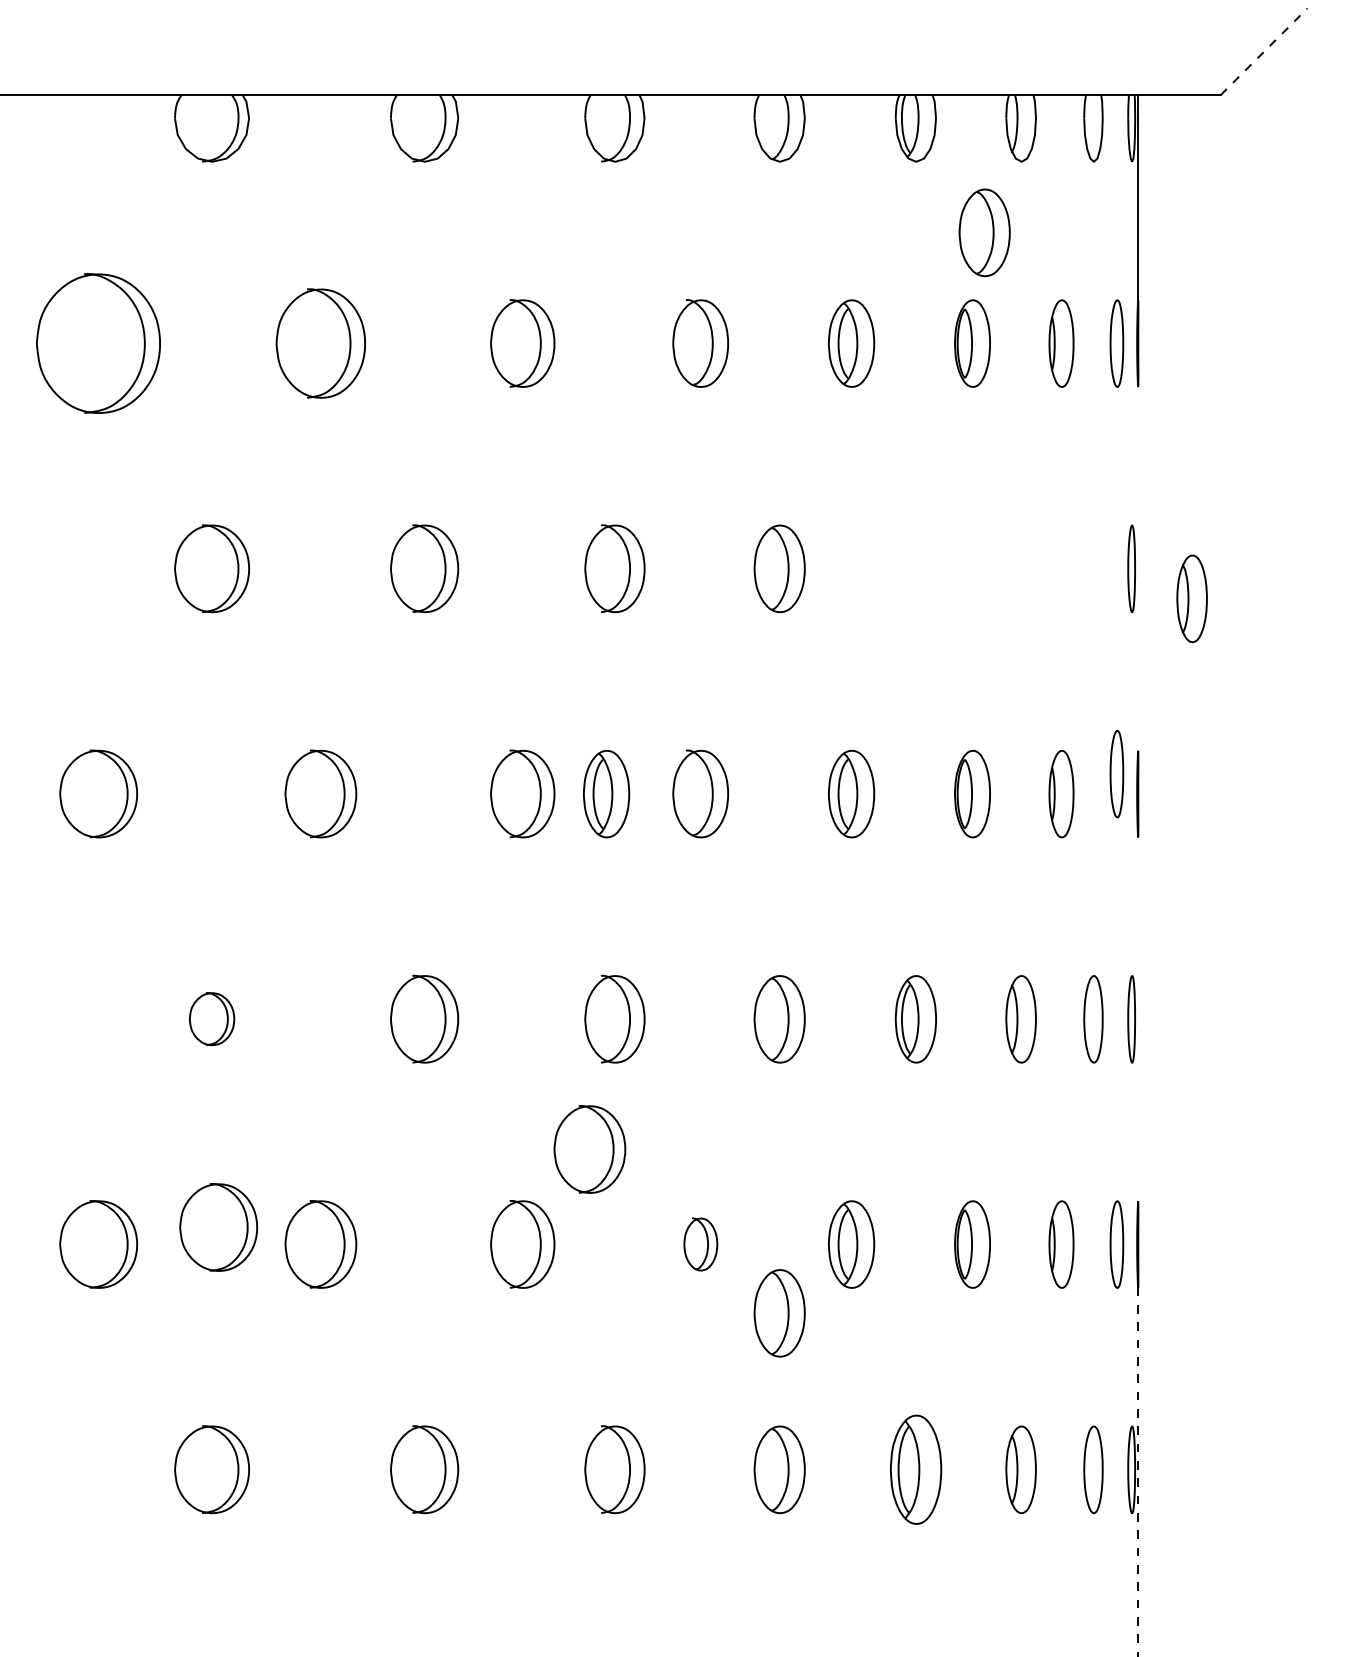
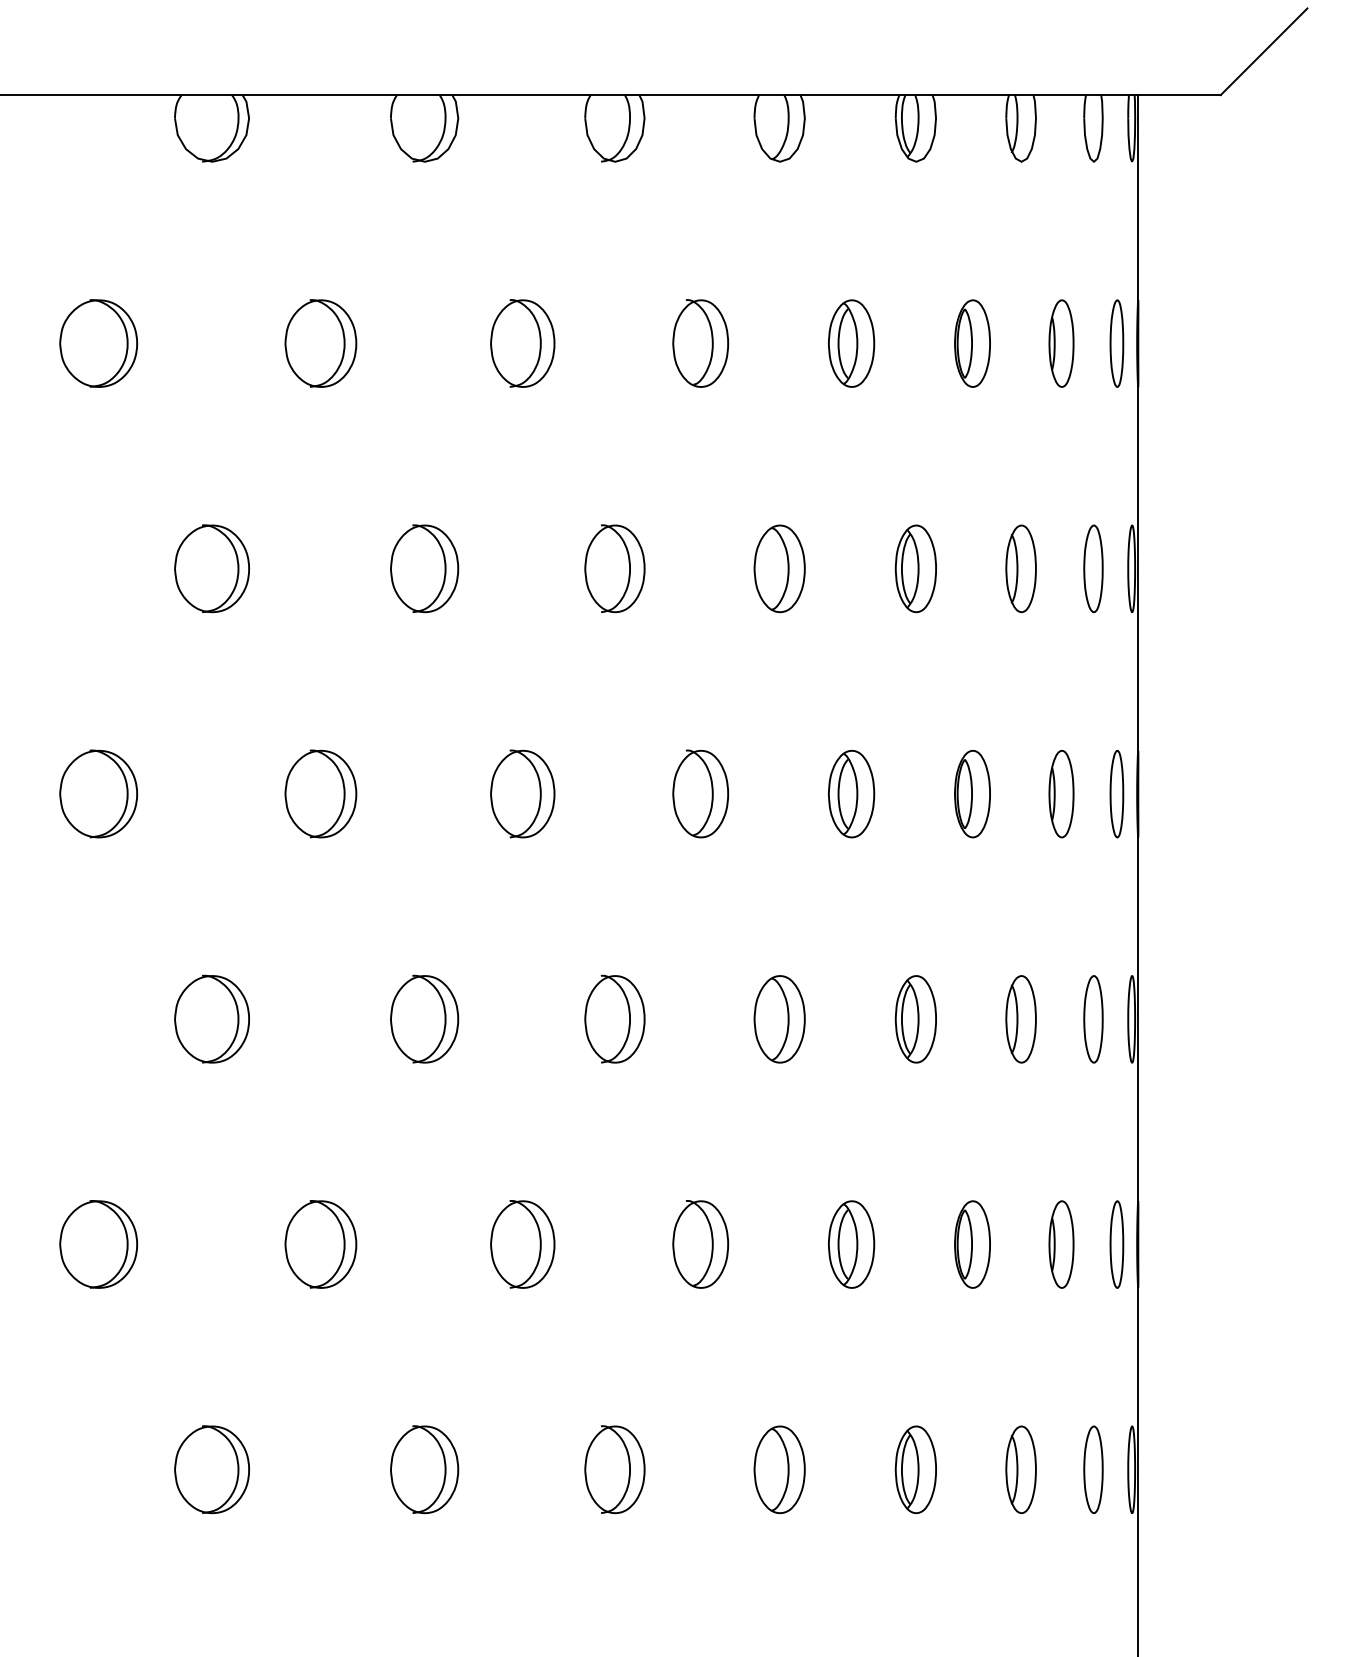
line at (1264, 51): dashed -> solid
part at (984, 232): present -> none
part at (98, 343) size: 125x141 px -> 80x89 px
part at (320, 343) size: 91x111 px -> 74x89 px
part at (915, 568): none -> present
part at (1093, 568): none -> present
line at (1138, 568): none -> present
part at (1191, 598) position: (1191, 598) -> (1020, 568)
part at (1116, 774) position: (1116, 774) -> (1116, 794)
part at (606, 793): present -> none
line at (1138, 1018): none -> present
part at (212, 1019) size: 47x55 px -> 76x90 px
part at (589, 1149): present -> none
part at (218, 1227): present -> none
part at (700, 1244) size: 36x55 px -> 58x89 px
part at (779, 1313): present -> none
line at (1138, 1467): dashed -> solid
part at (915, 1469) size: 54x111 px -> 43x90 px
